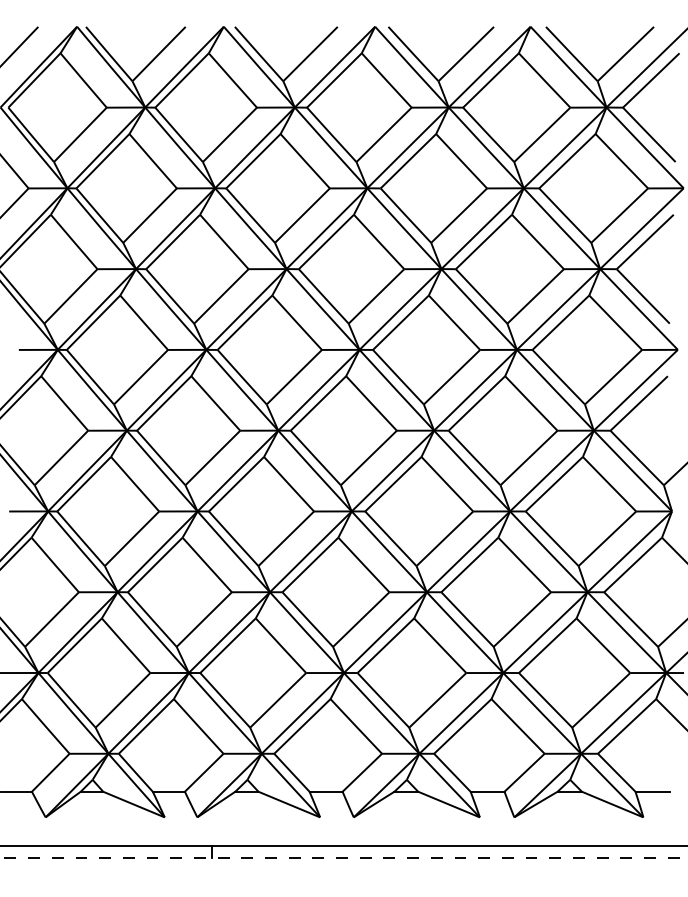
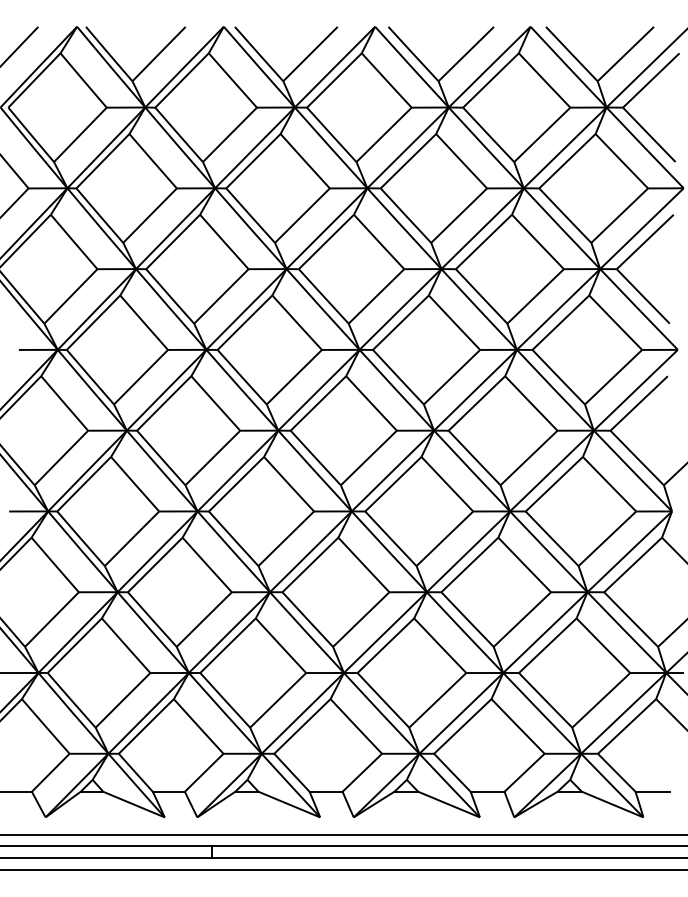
line at (343, 834): none -> present
line at (344, 858): dashed -> solid
line at (343, 870): none -> present
